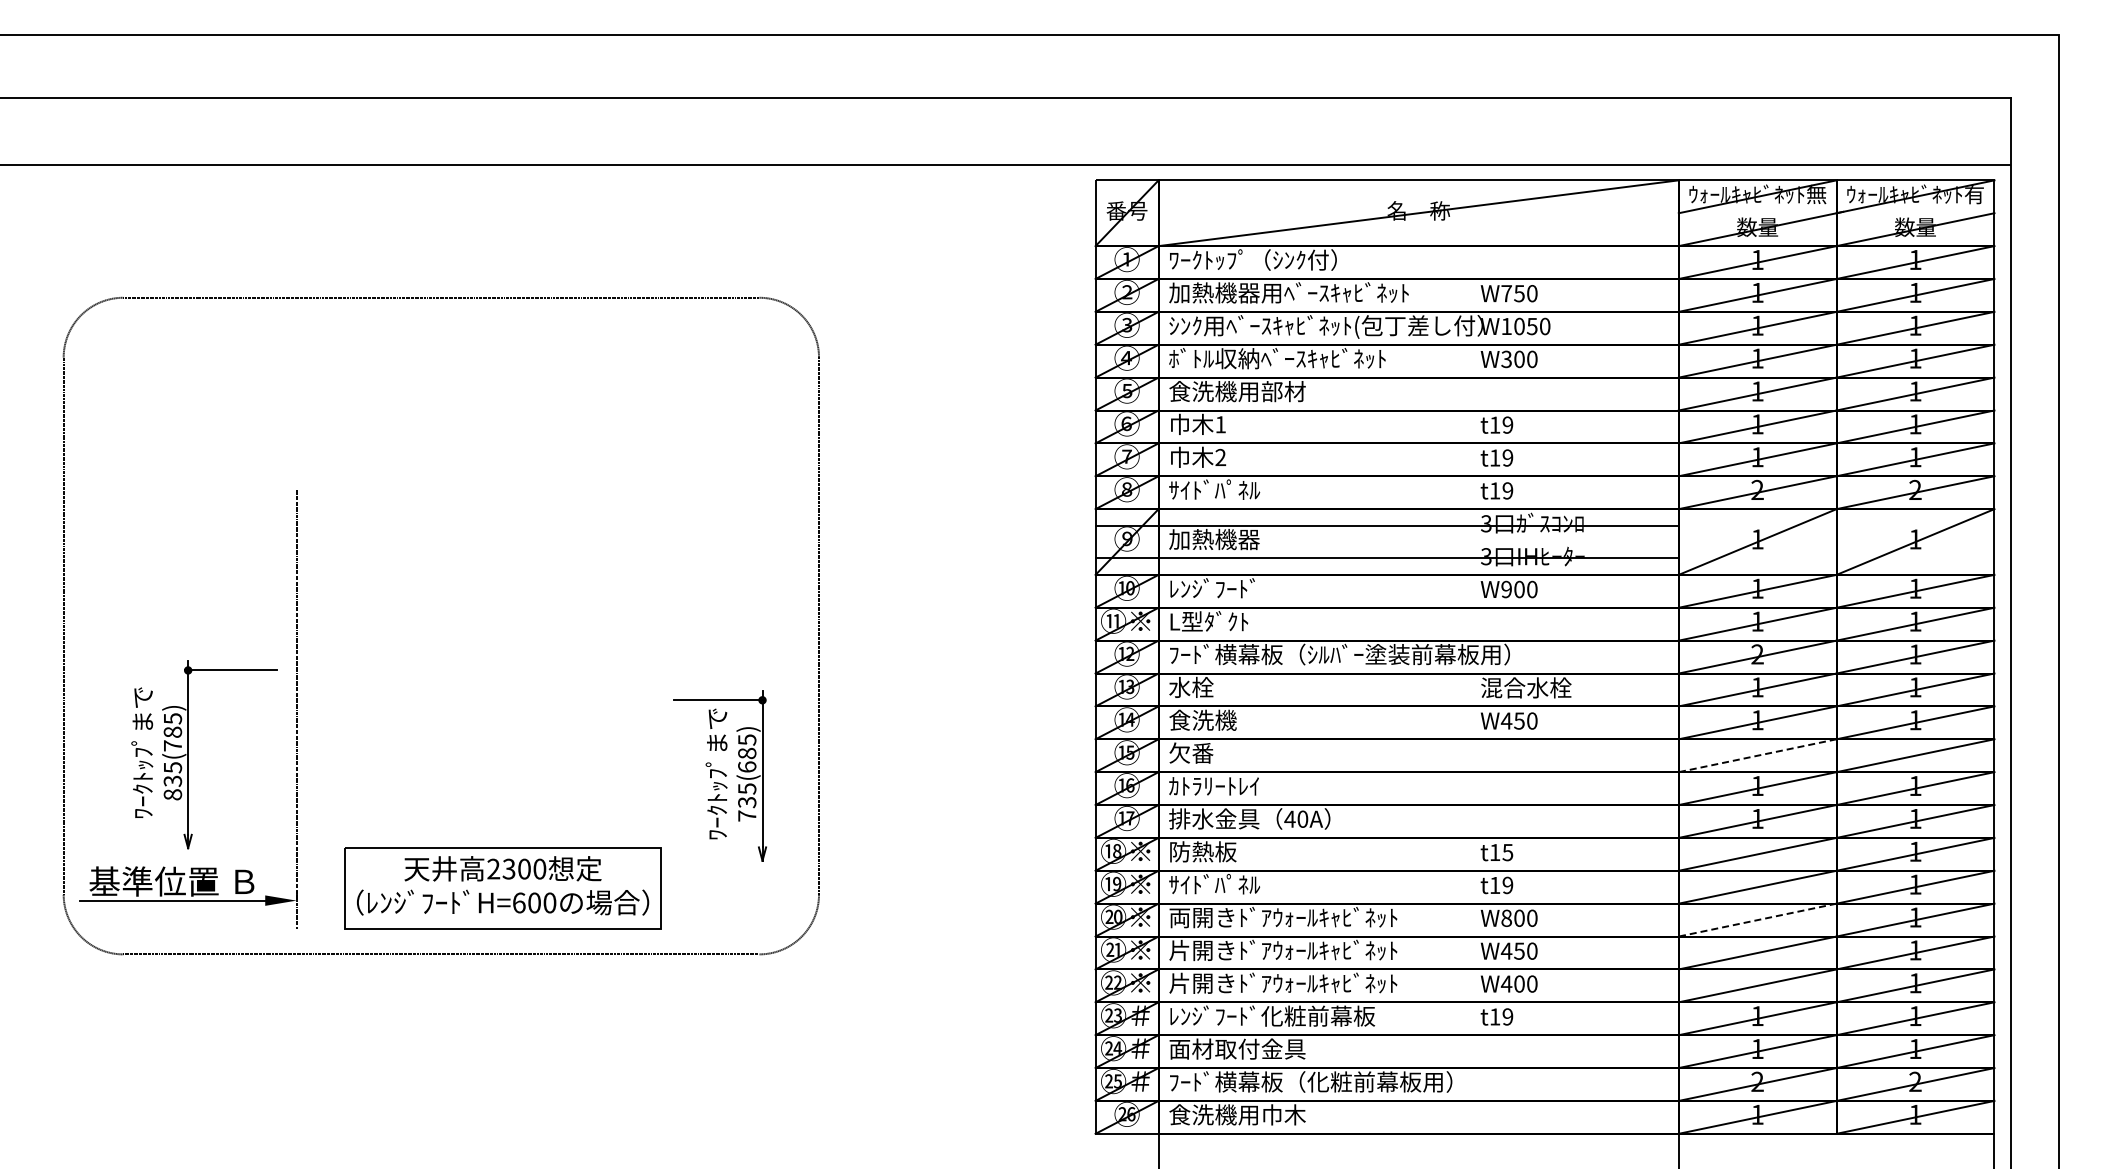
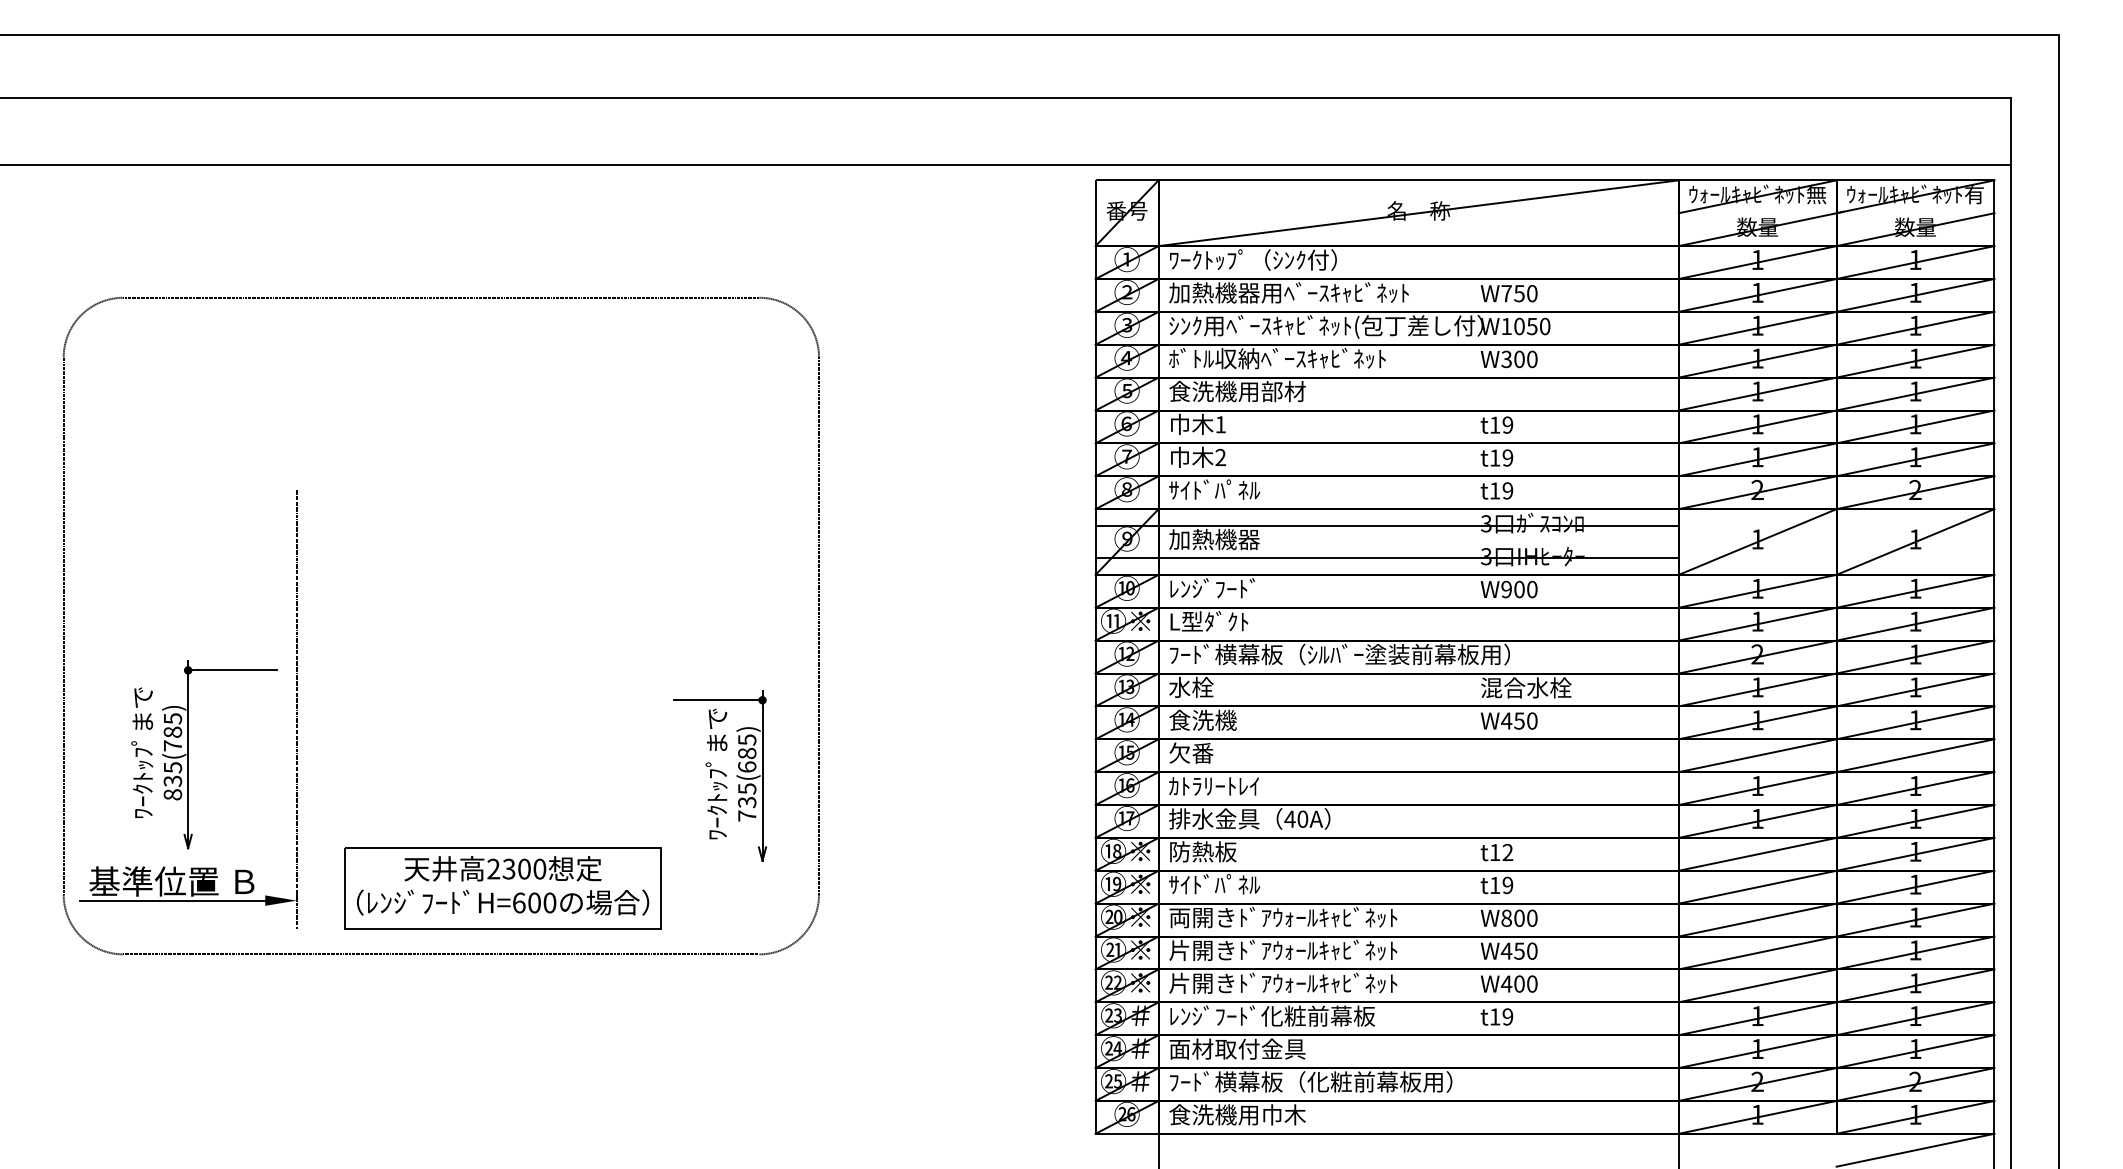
line at (1757, 755): dashed -> solid
text at (1507, 852): t15 -> t12
line at (1757, 920): dashed -> solid
line at (1917, 1149): none -> present
